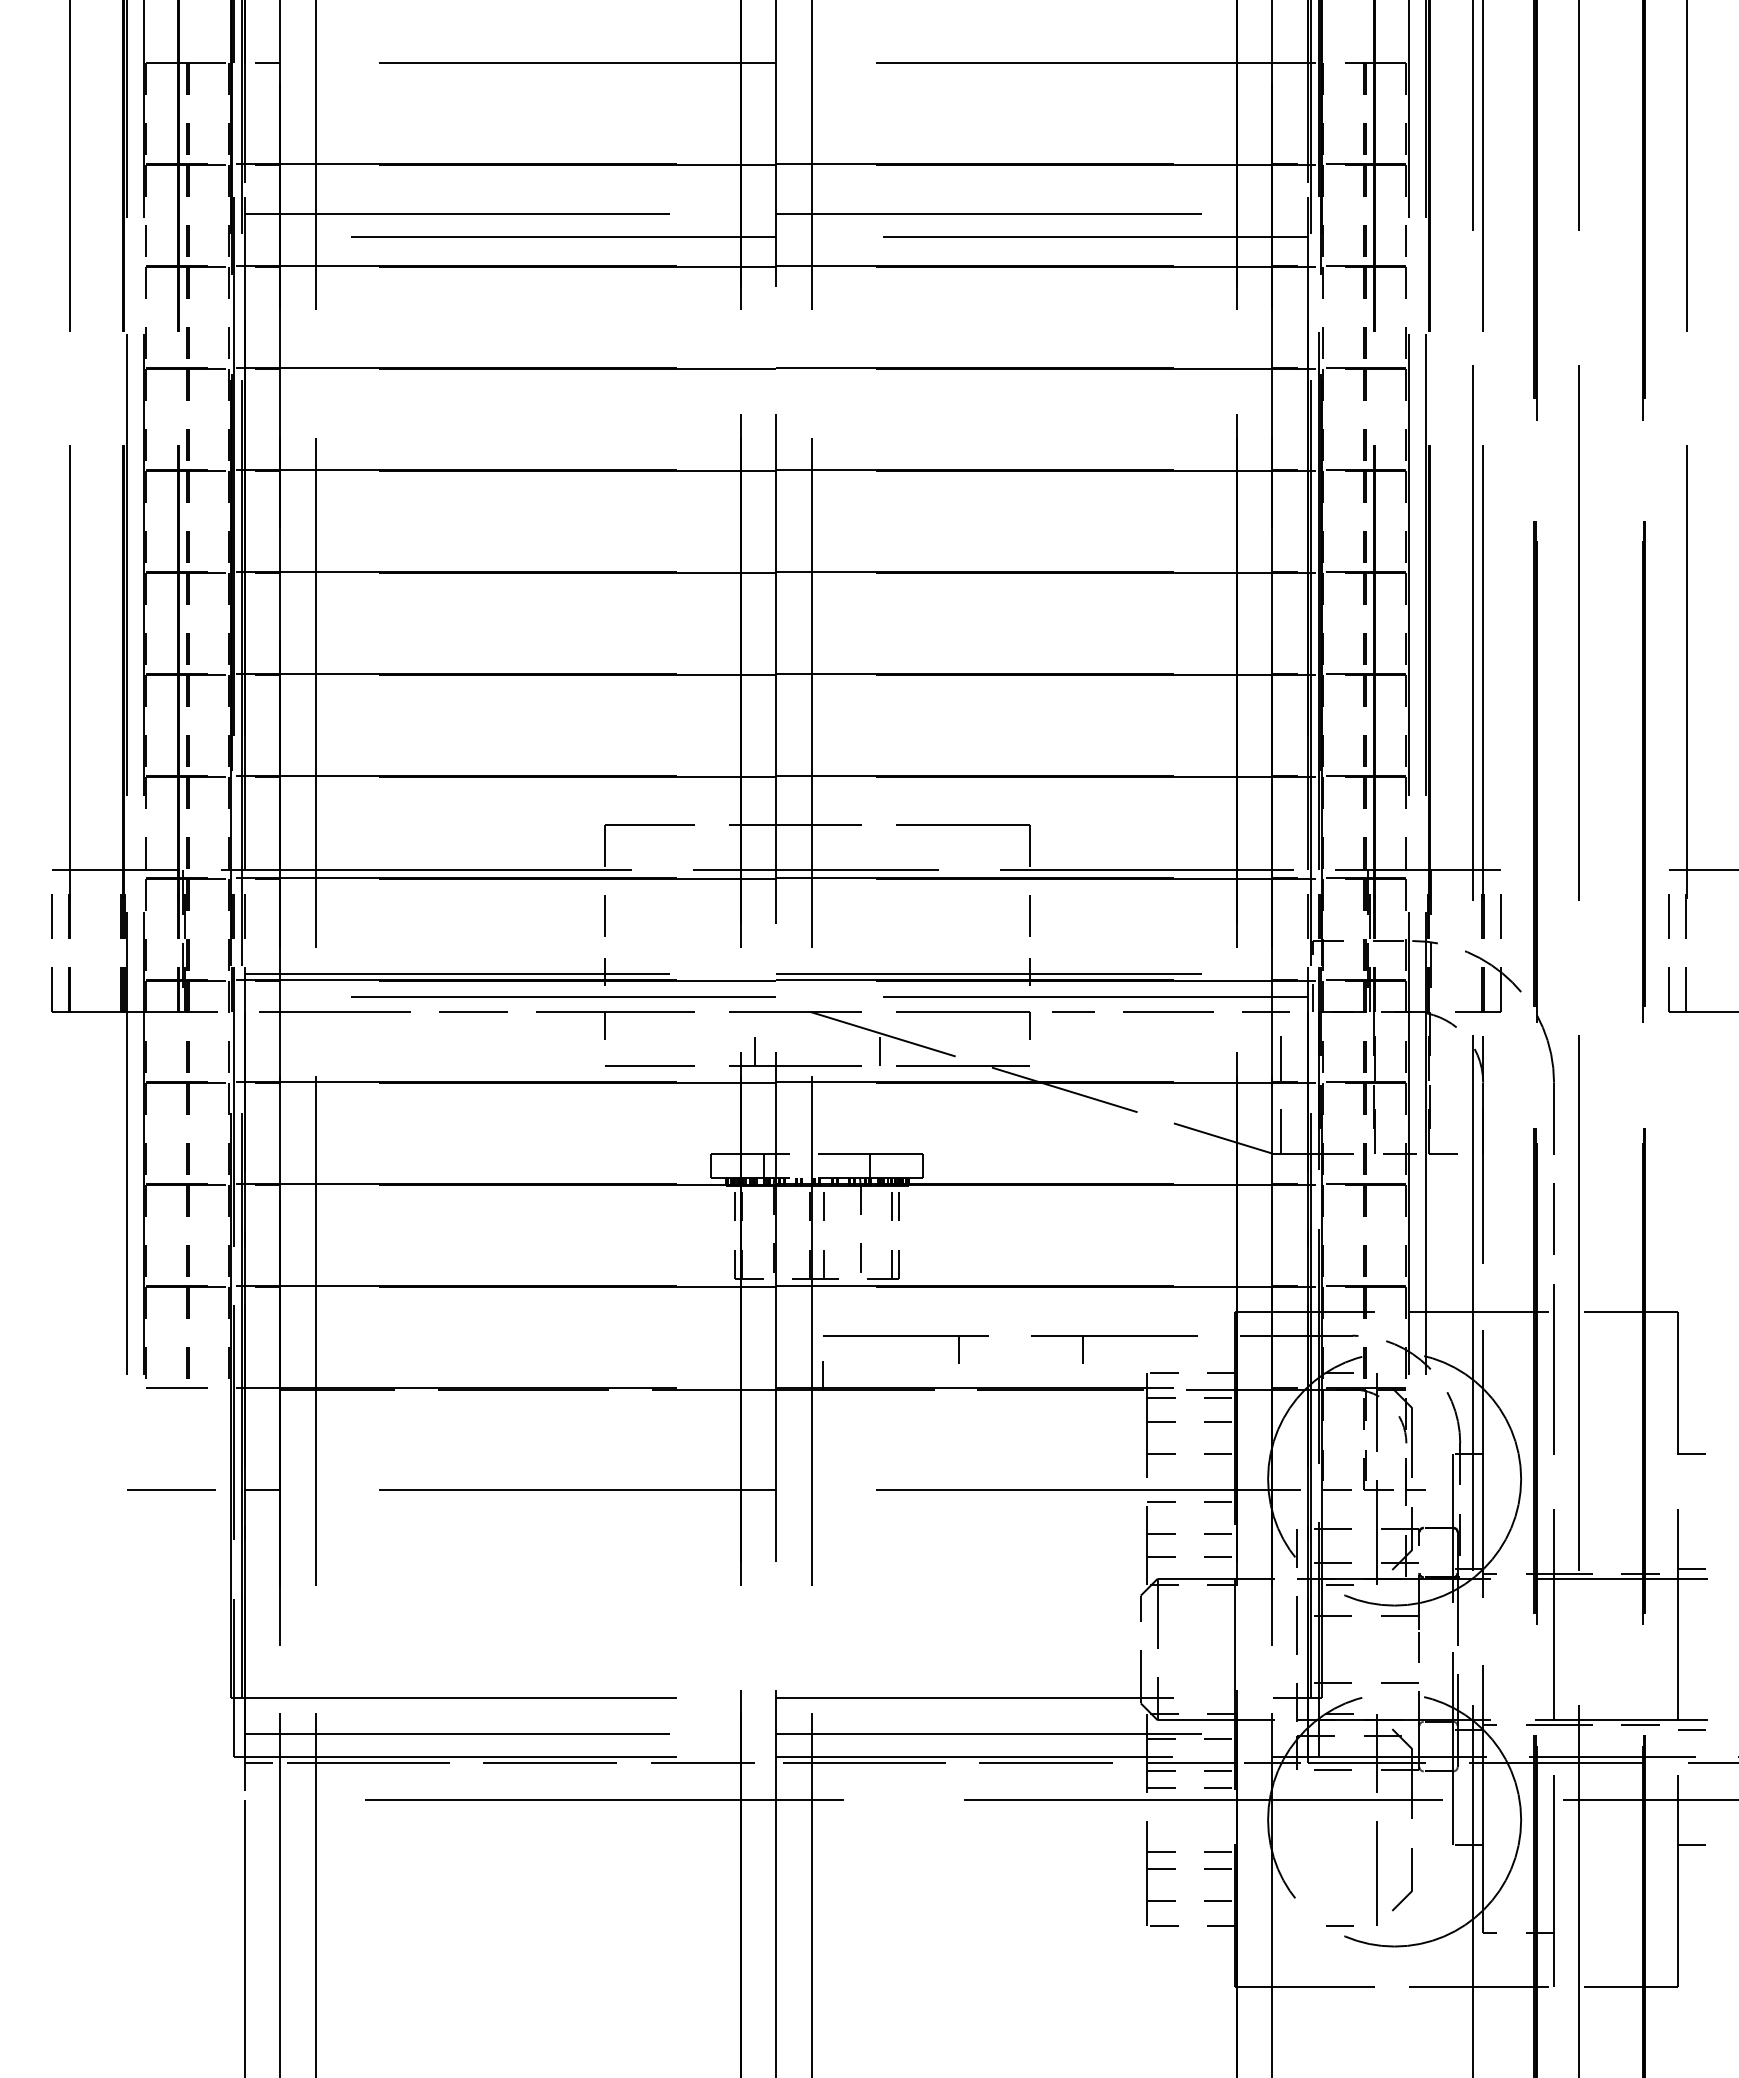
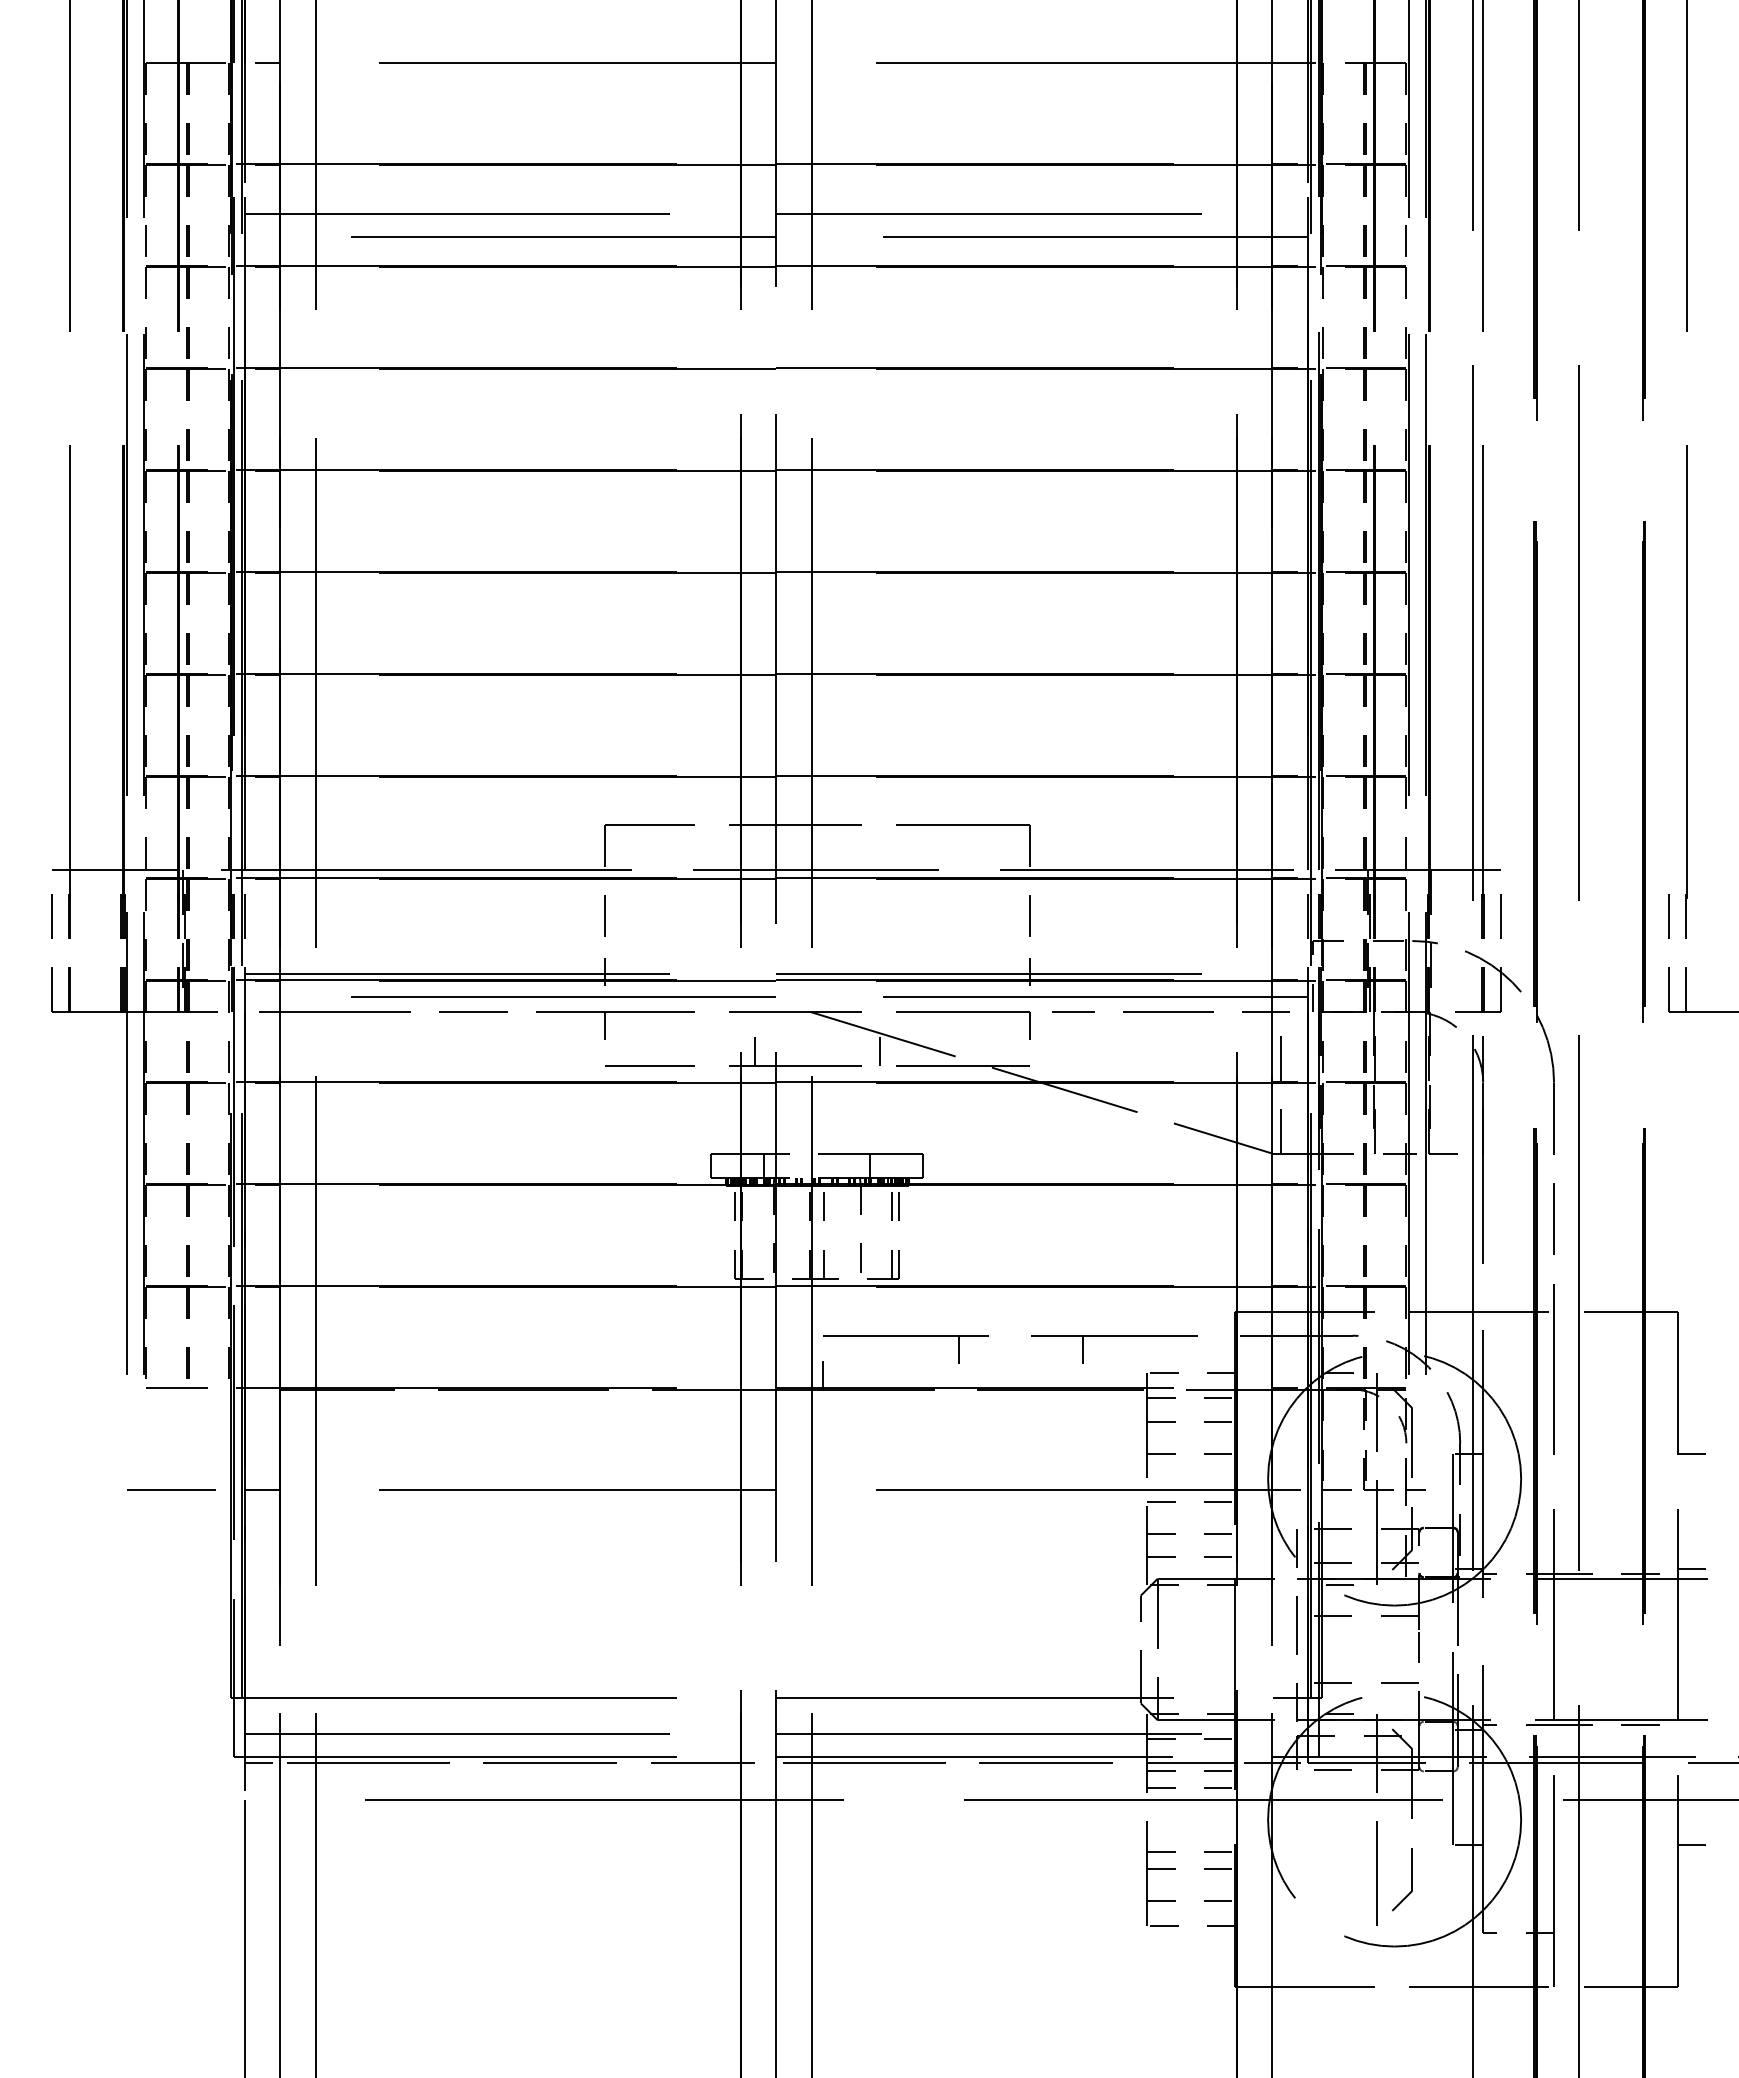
line at (1702, 870): present -> none
line at (1692, 1729): present -> none
line at (1339, 1925): present -> none
